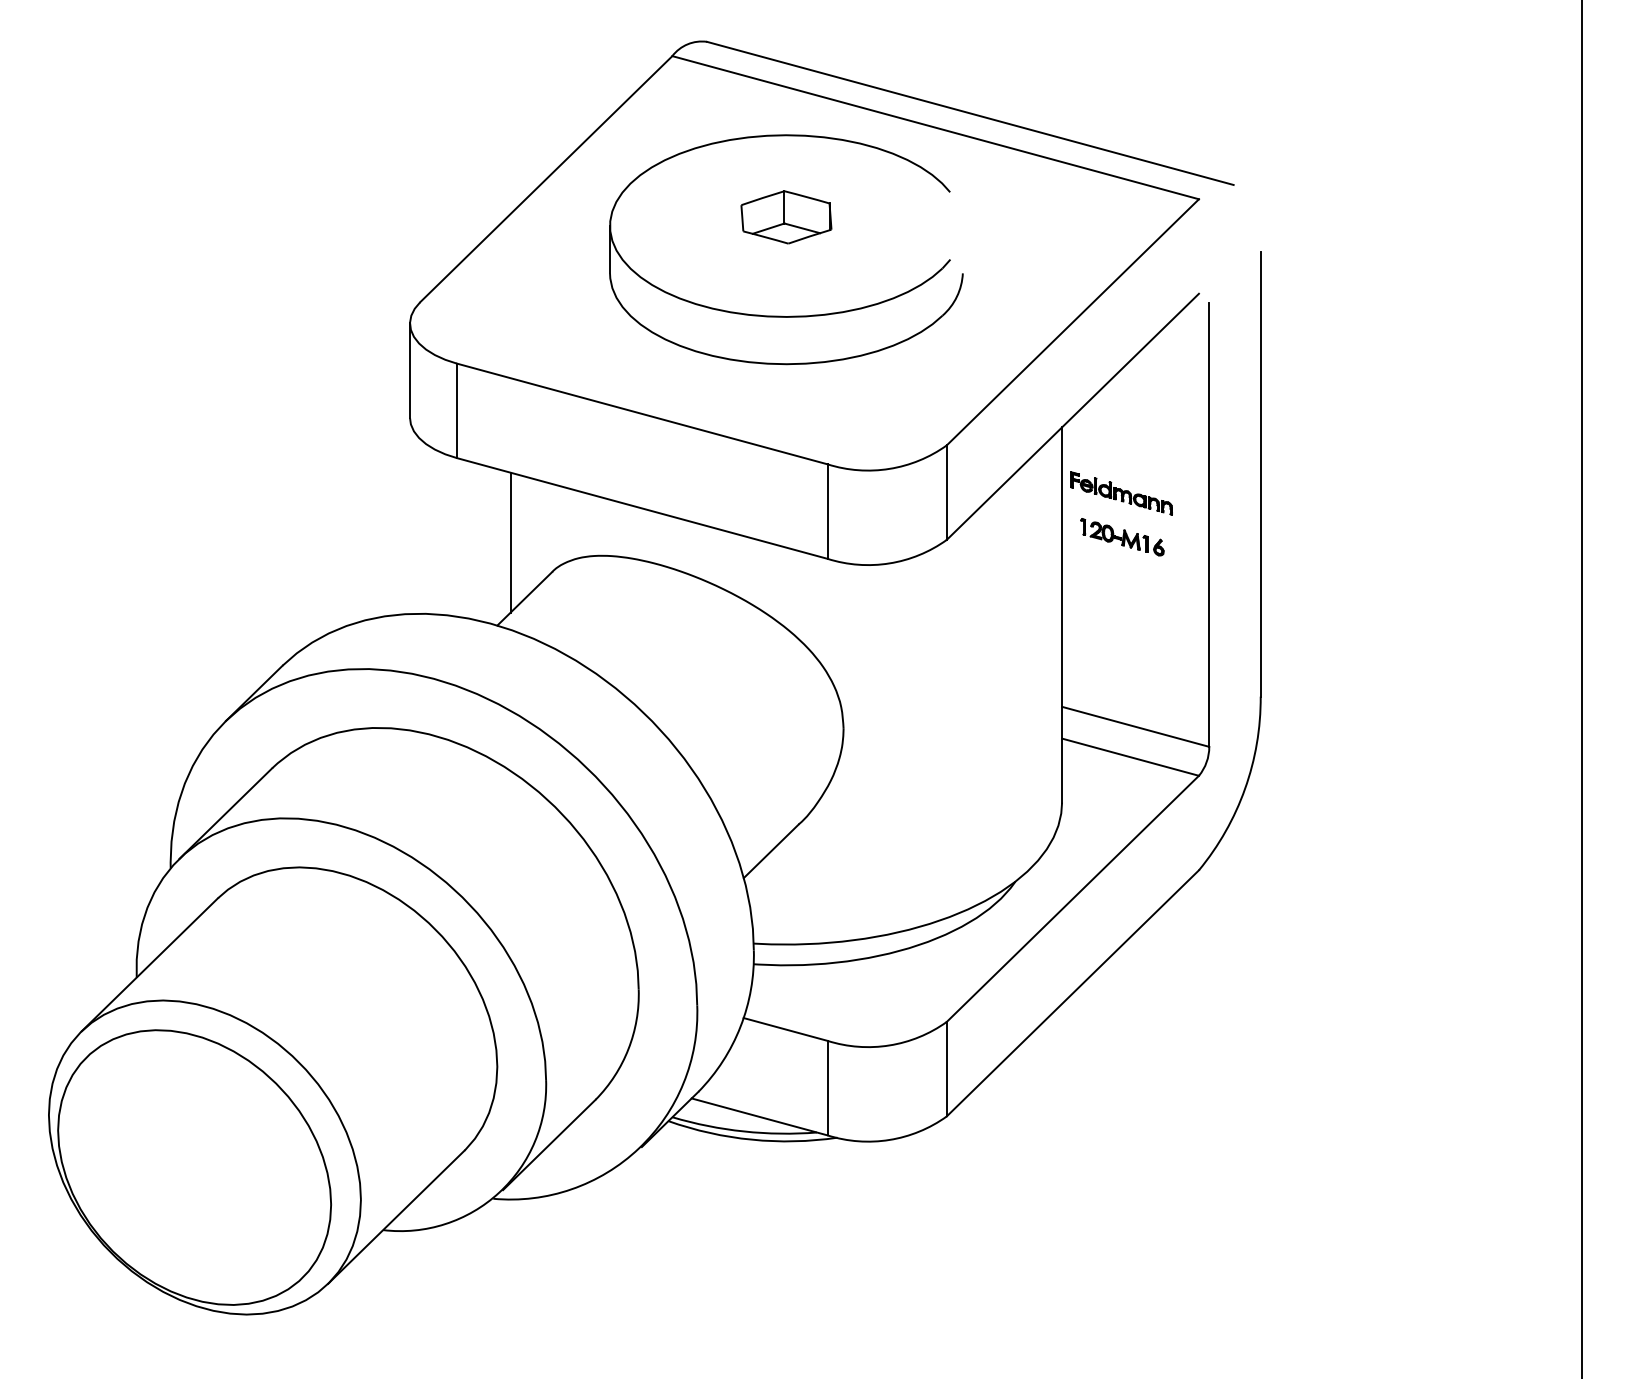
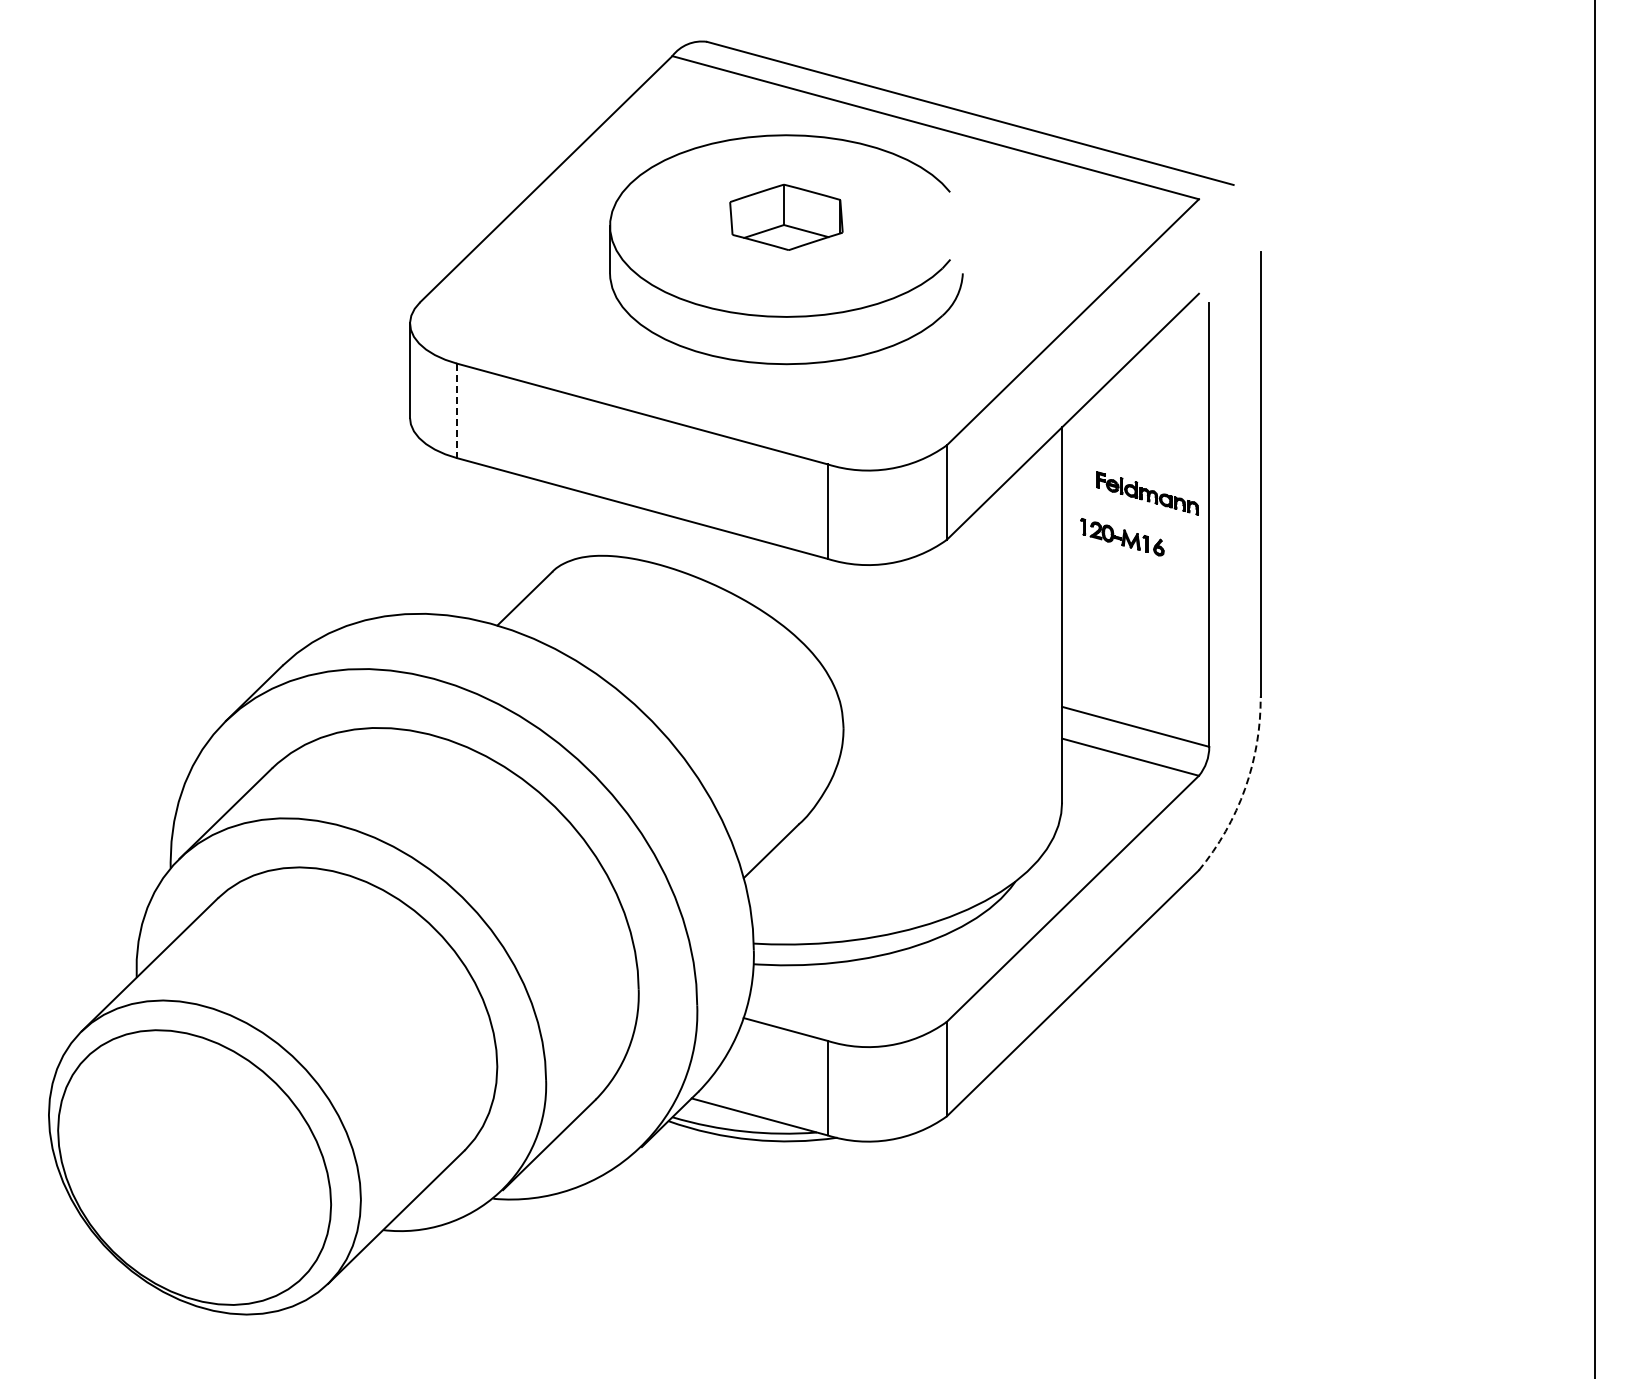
part at (786, 217) size: 93x55 px -> 115x68 px
line at (457, 411): solid -> dashed
part at (1121, 493) position: (1121, 493) -> (1147, 493)
line at (510, 542): present -> none
line at (1582, 688) position: (1582, 688) -> (1595, 688)
arc at (1245, 788): solid -> dashed
